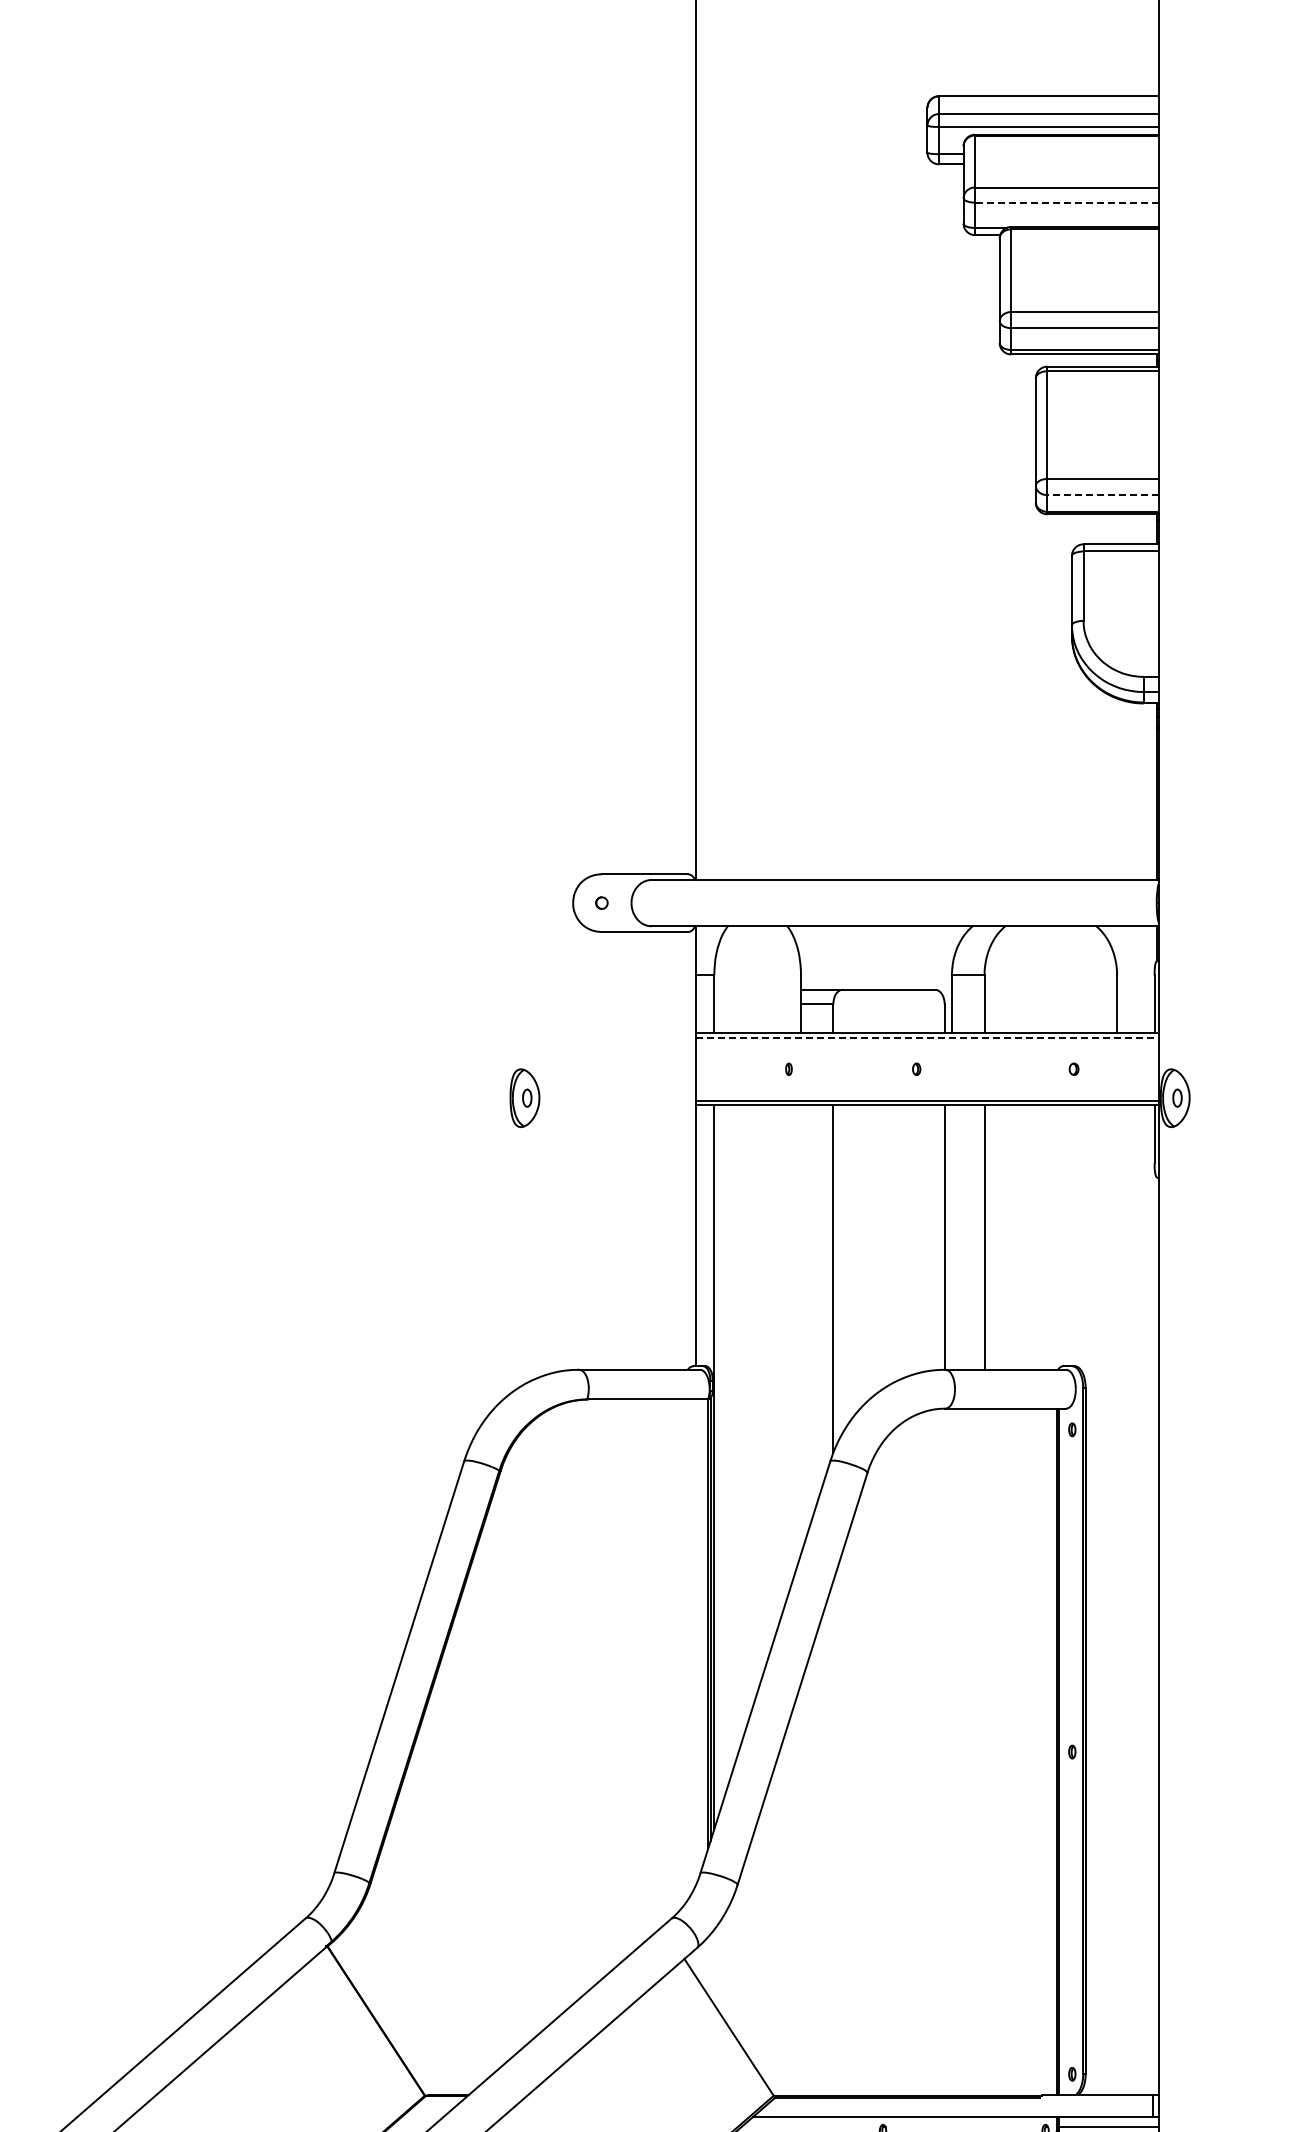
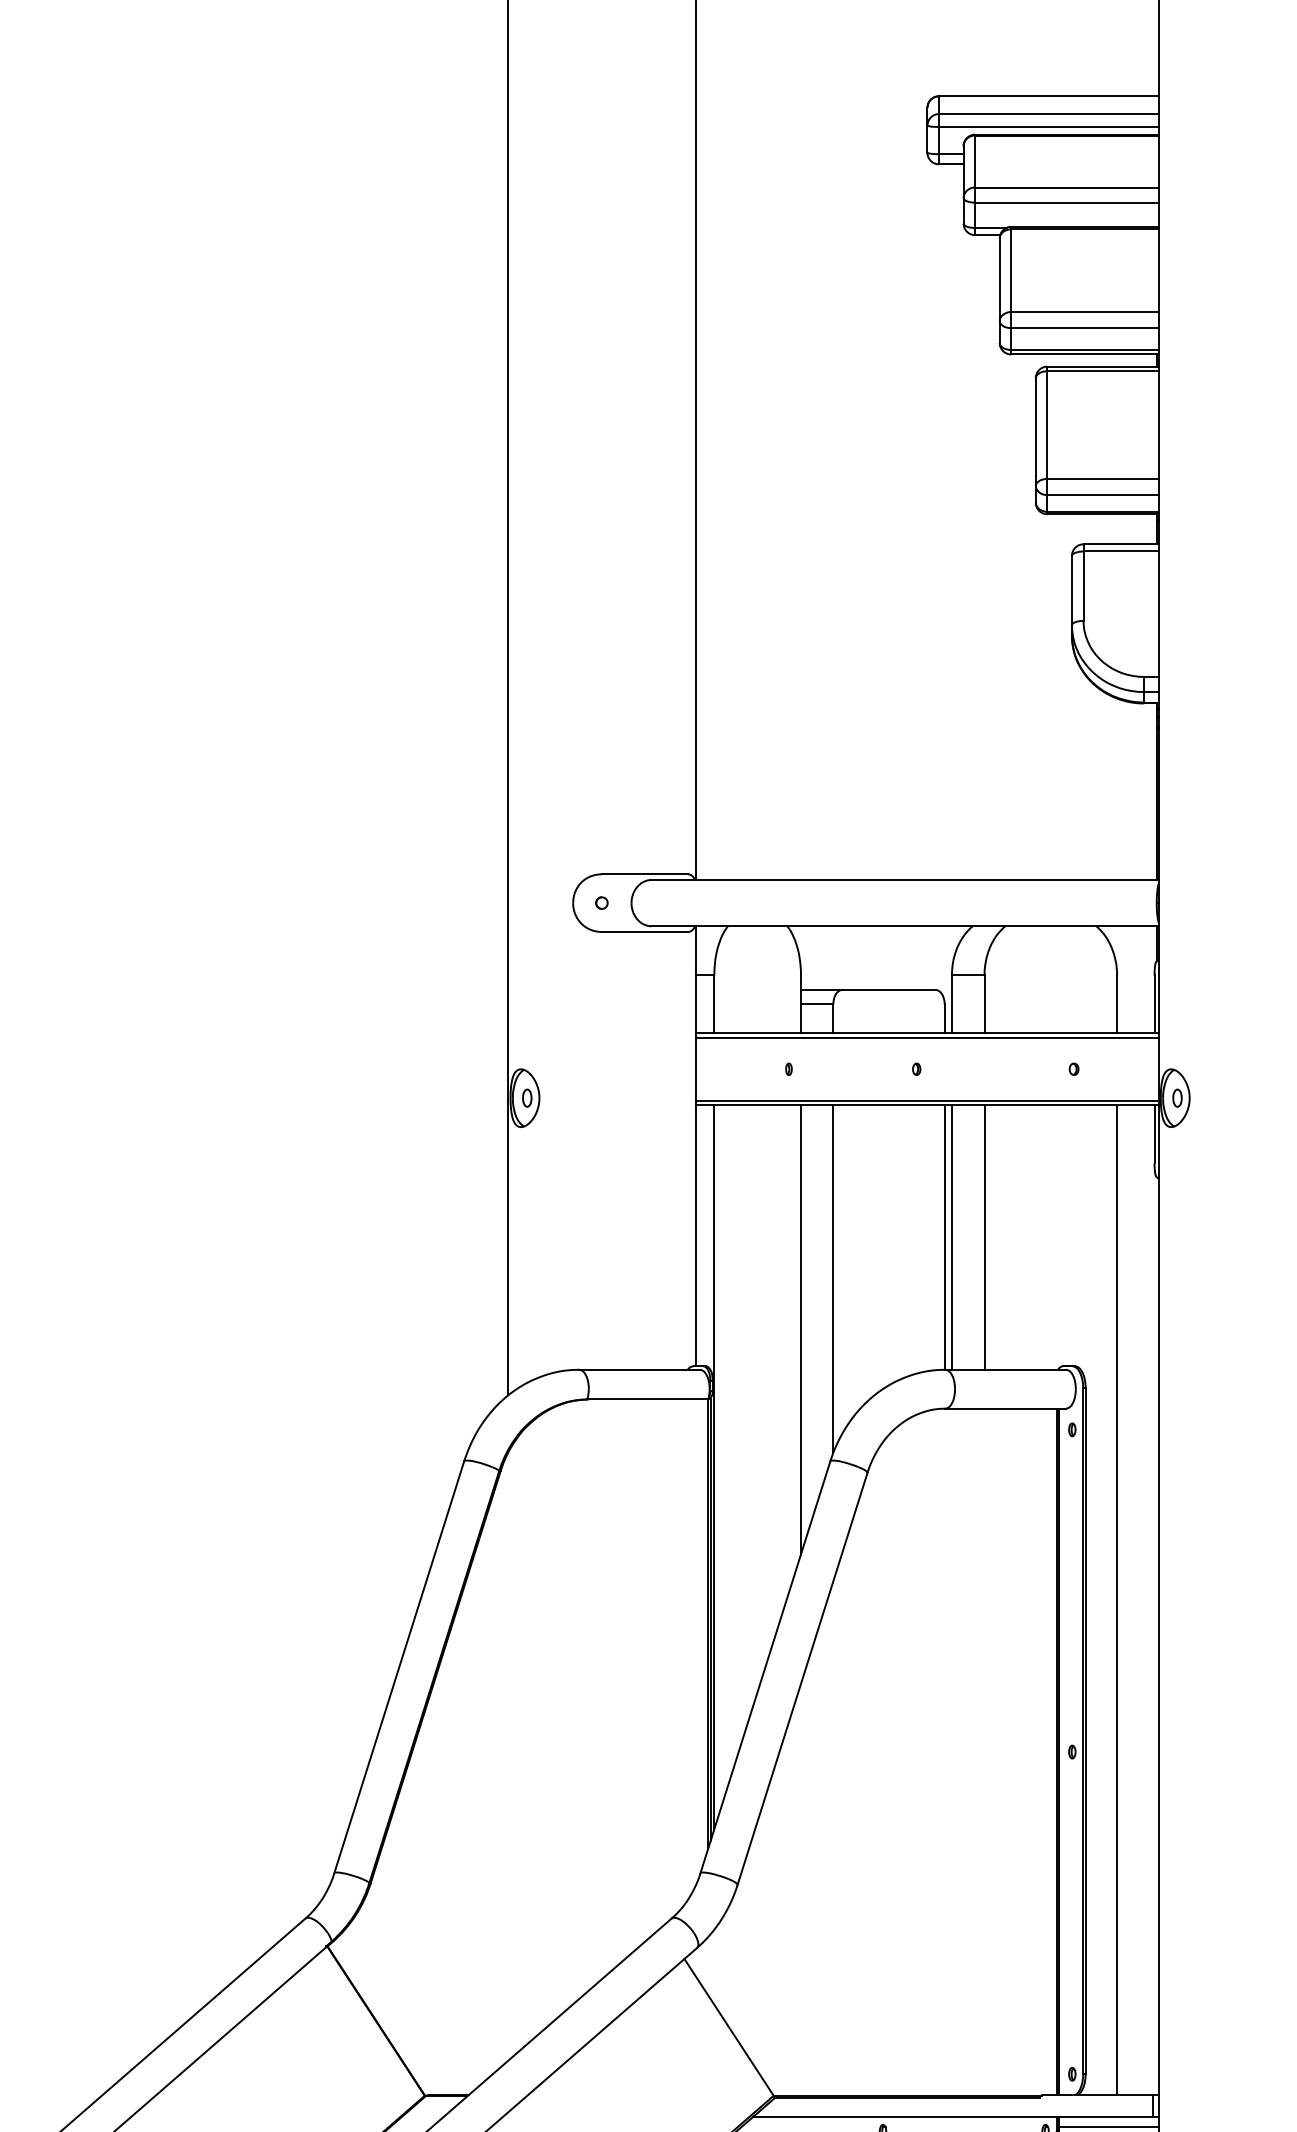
line at (1066, 202): dashed -> solid
line at (1103, 495): dashed -> solid
line at (508, 698): none -> present
line at (927, 1037): dashed -> solid
line at (951, 1237): none -> present
line at (801, 1329): none -> present
line at (1117, 1600): none -> present
